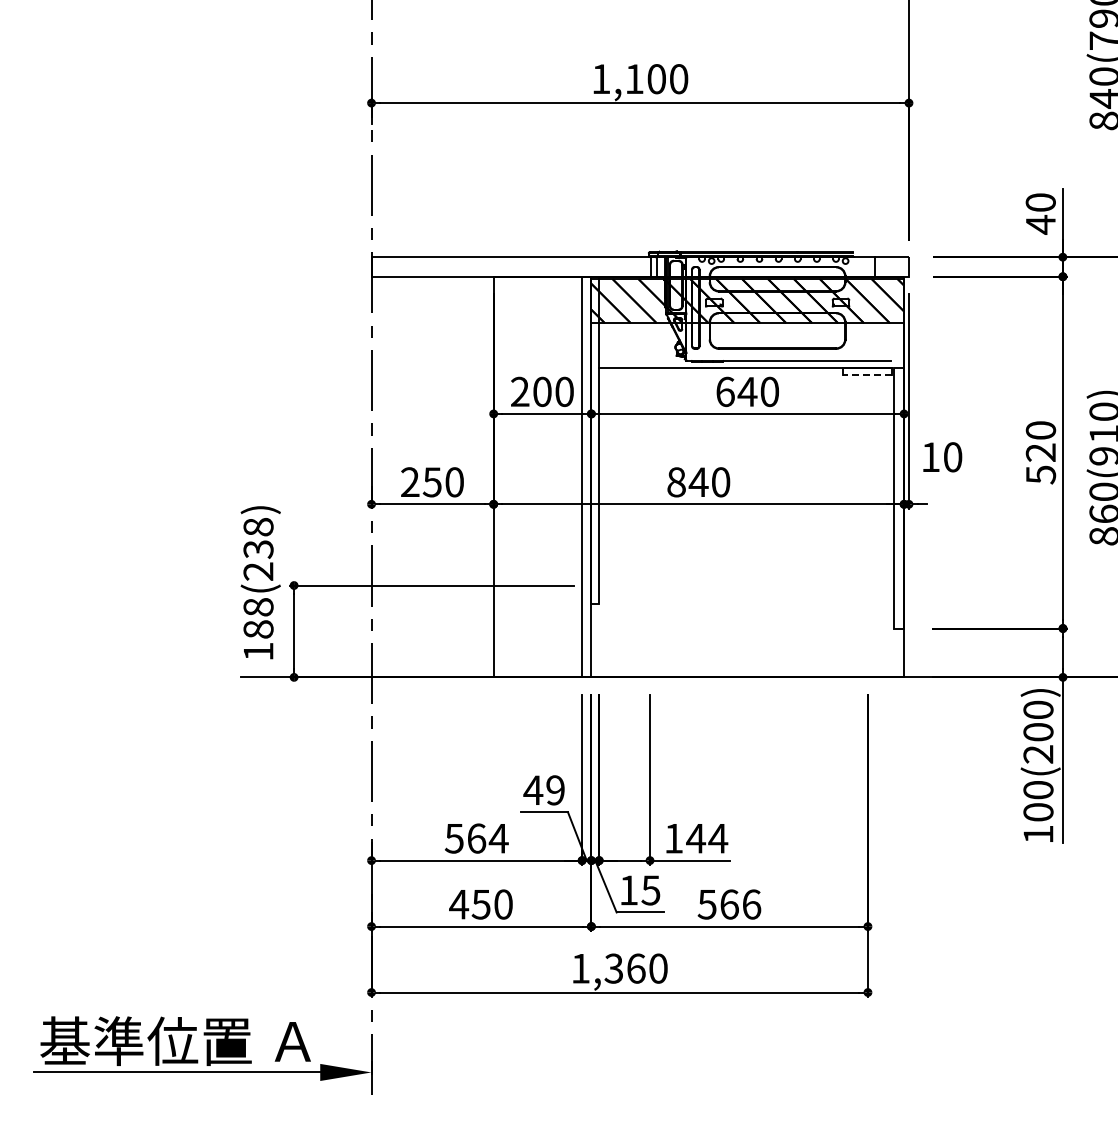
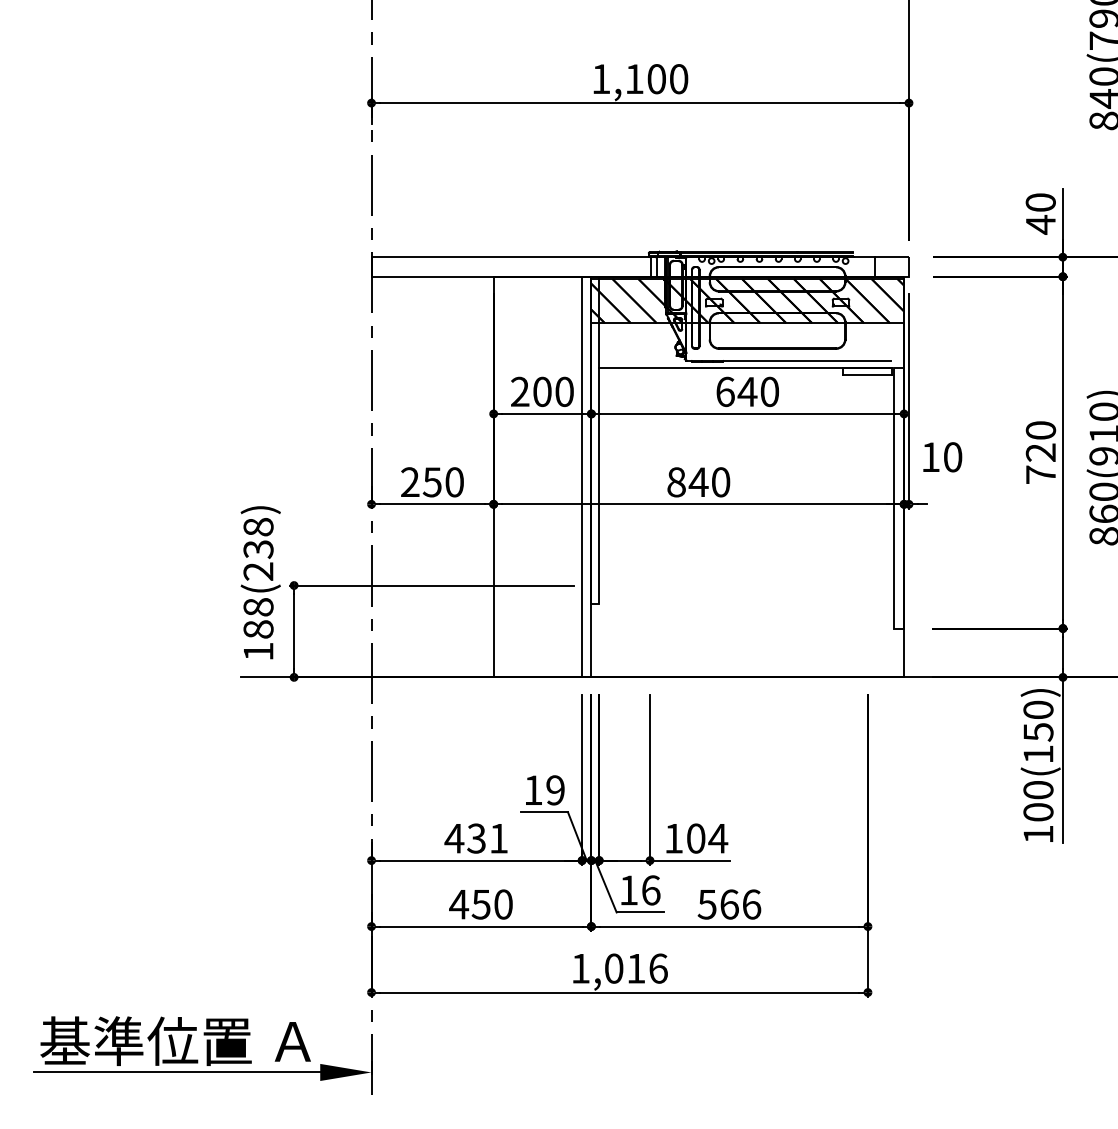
line at (866, 375): dashed -> solid
text at (1041, 474): 520 -> 720
text at (1038, 743): 100(200) -> 100(150)
text at (533, 789): 49 -> 19
text at (476, 838): 564 -> 431
text at (696, 838): 144 -> 104
text at (650, 890): 15 -> 16
text at (635, 968): 1,360 -> 1,016
